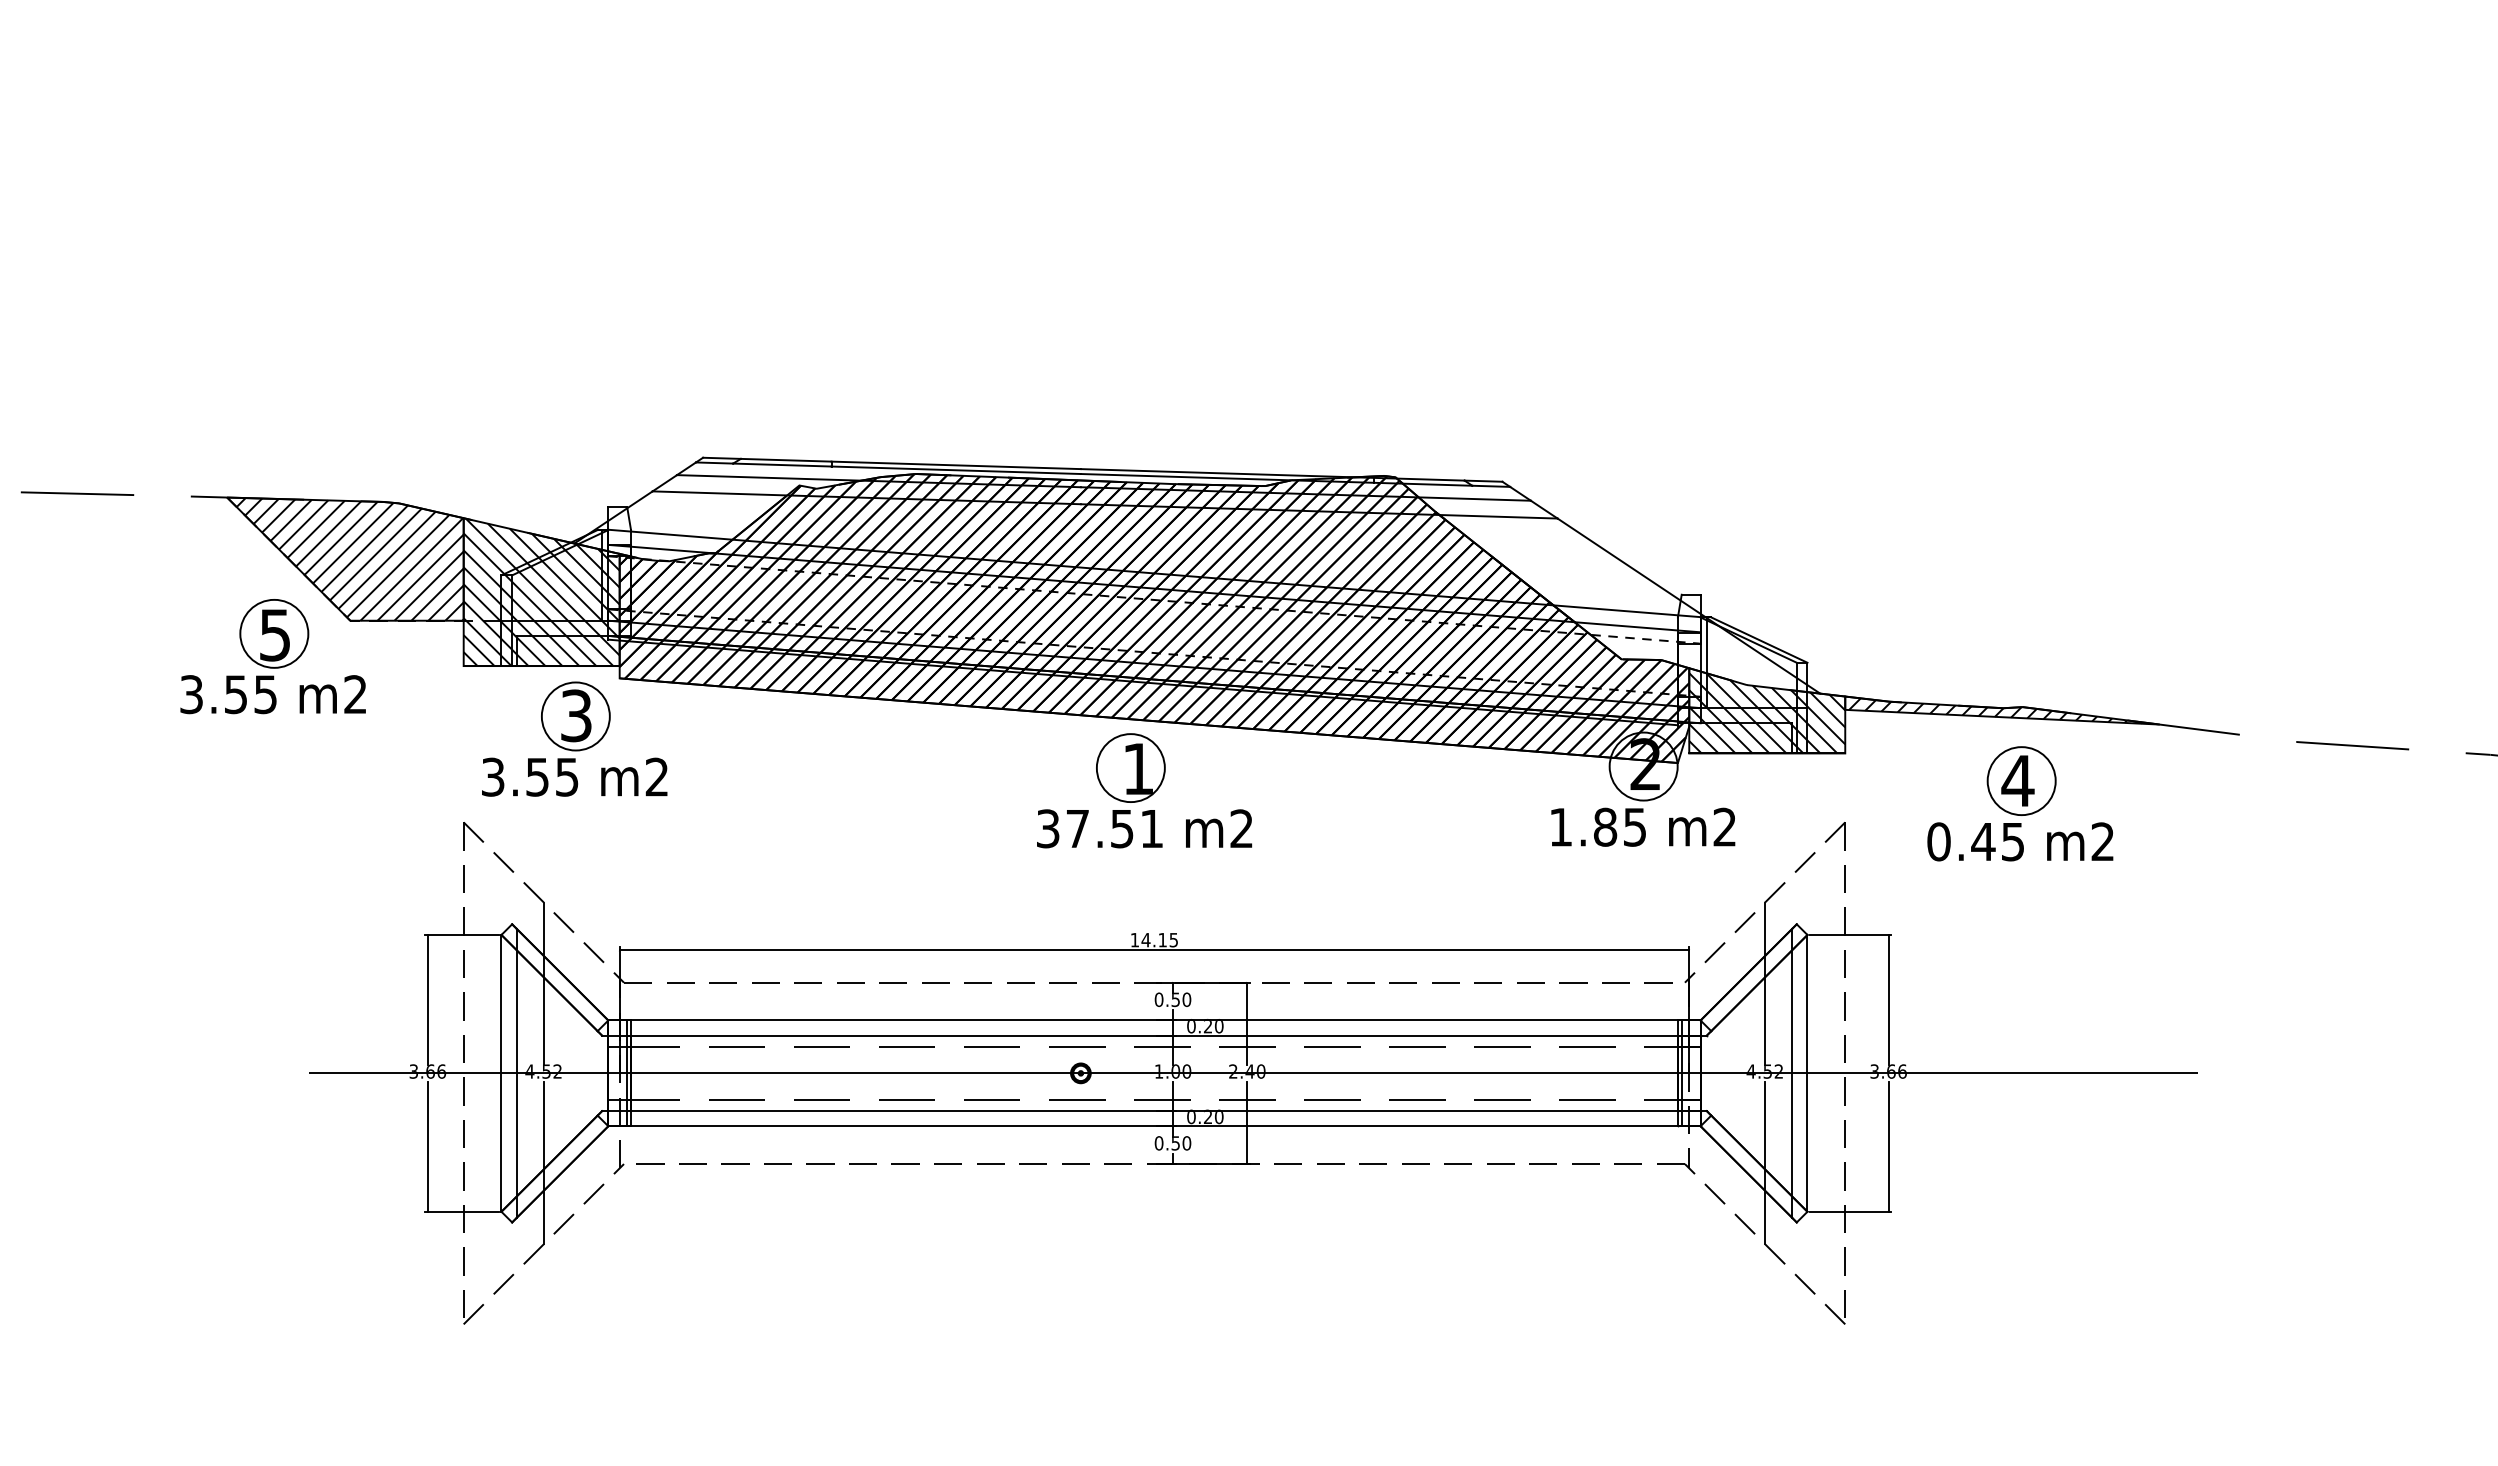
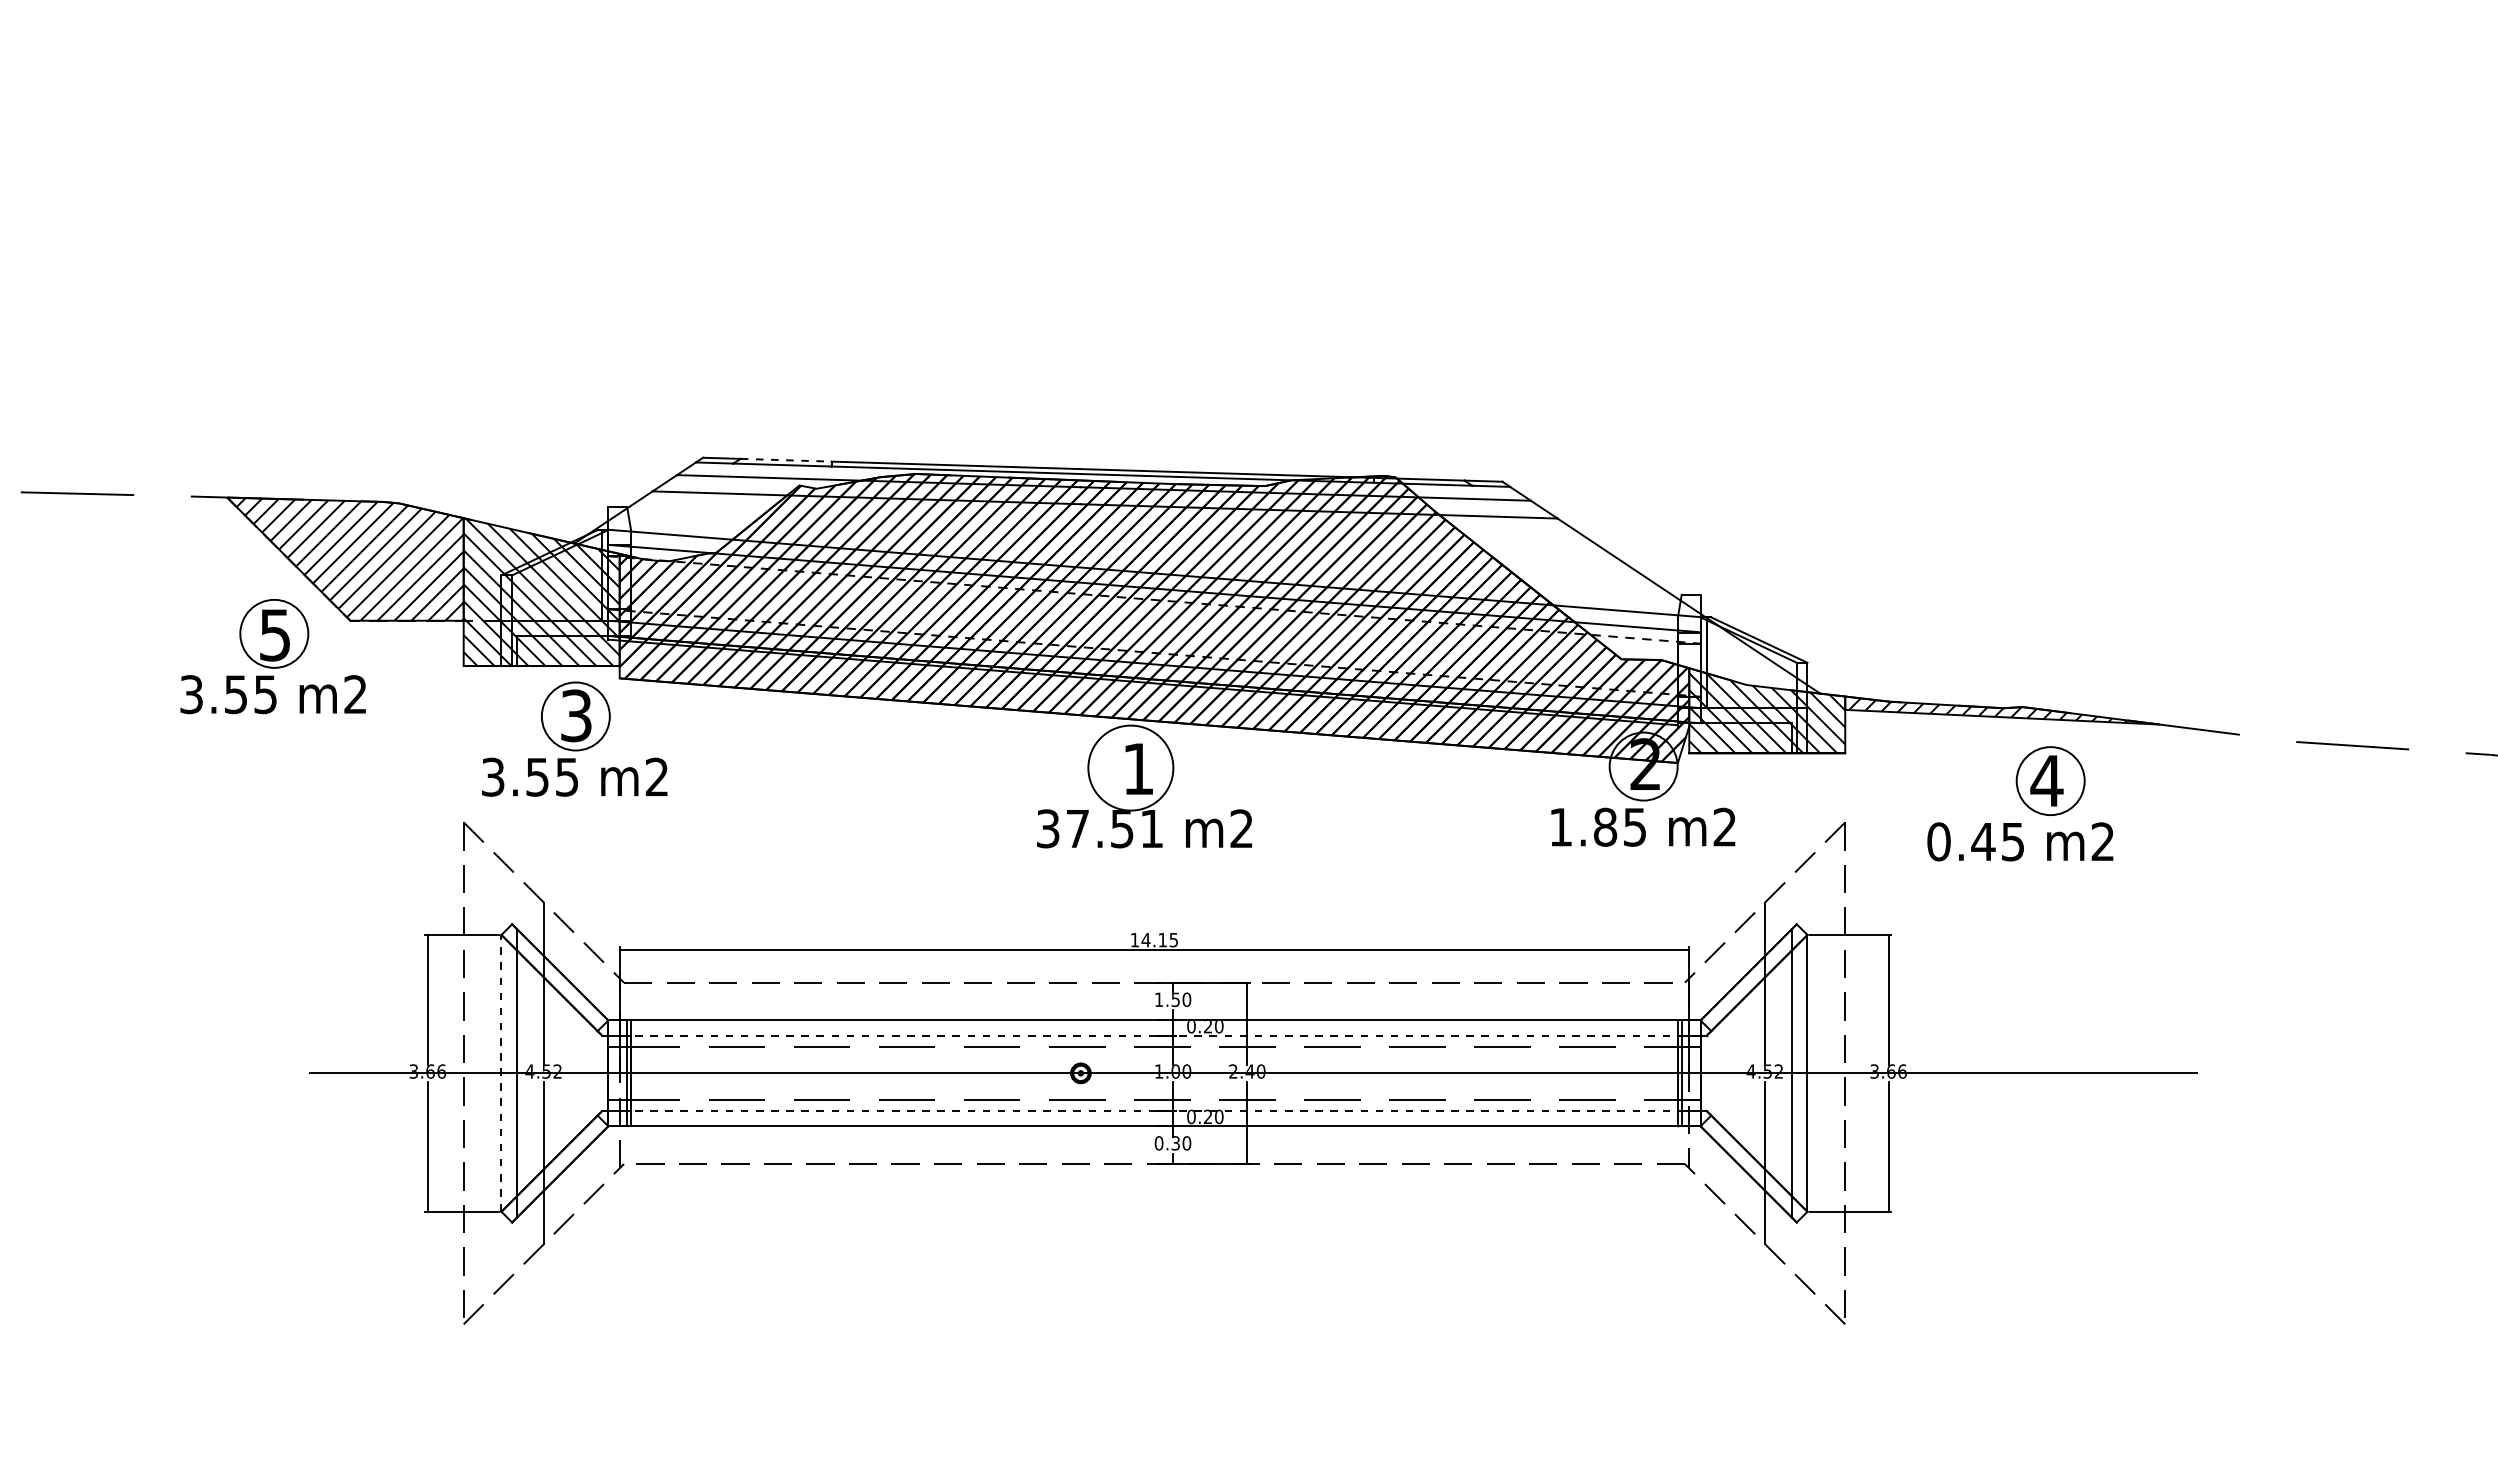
line at (786, 460): solid -> dashed
circle at (1130, 768) diameter: 68 px -> 85 px
part at (2021, 780) position: (2021, 780) -> (2050, 780)
text at (1158, 999): 0.50 -> 1.50
line at (1163, 1035): solid -> dashed
line at (501, 1072): solid -> dashed
line at (1163, 1111): solid -> dashed
text at (1175, 1142): 0.50 -> 0.30
